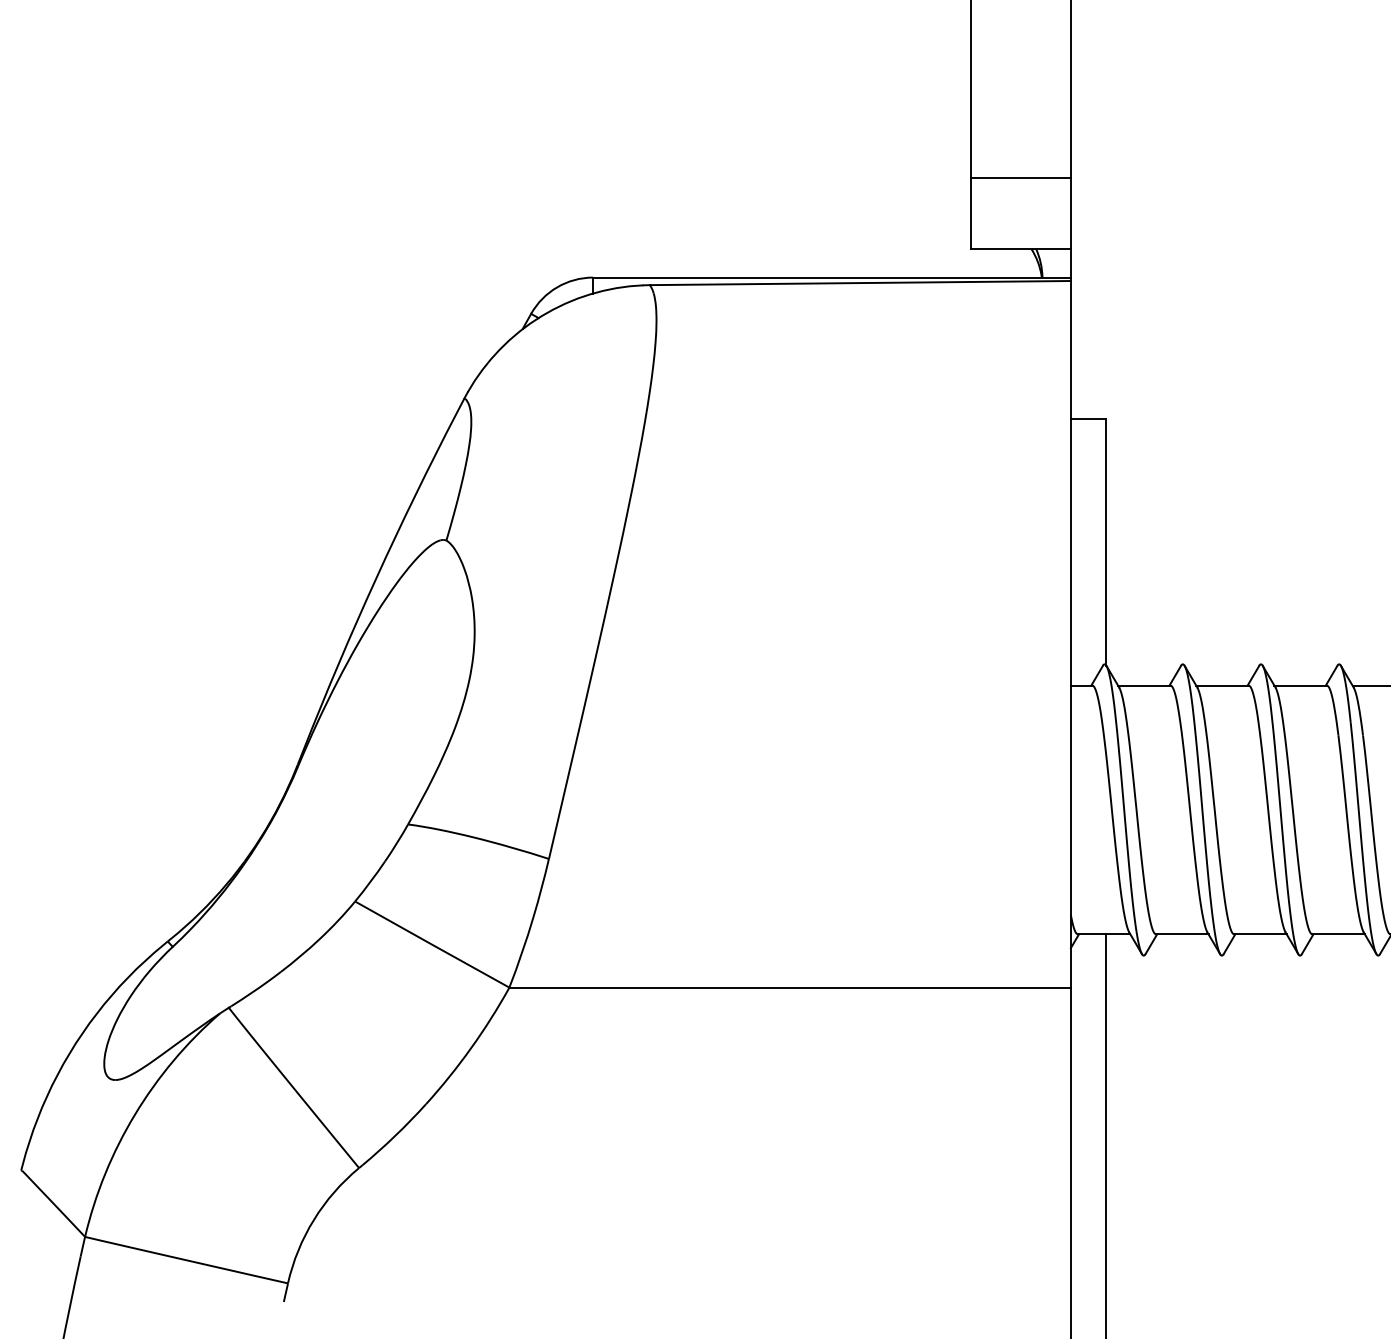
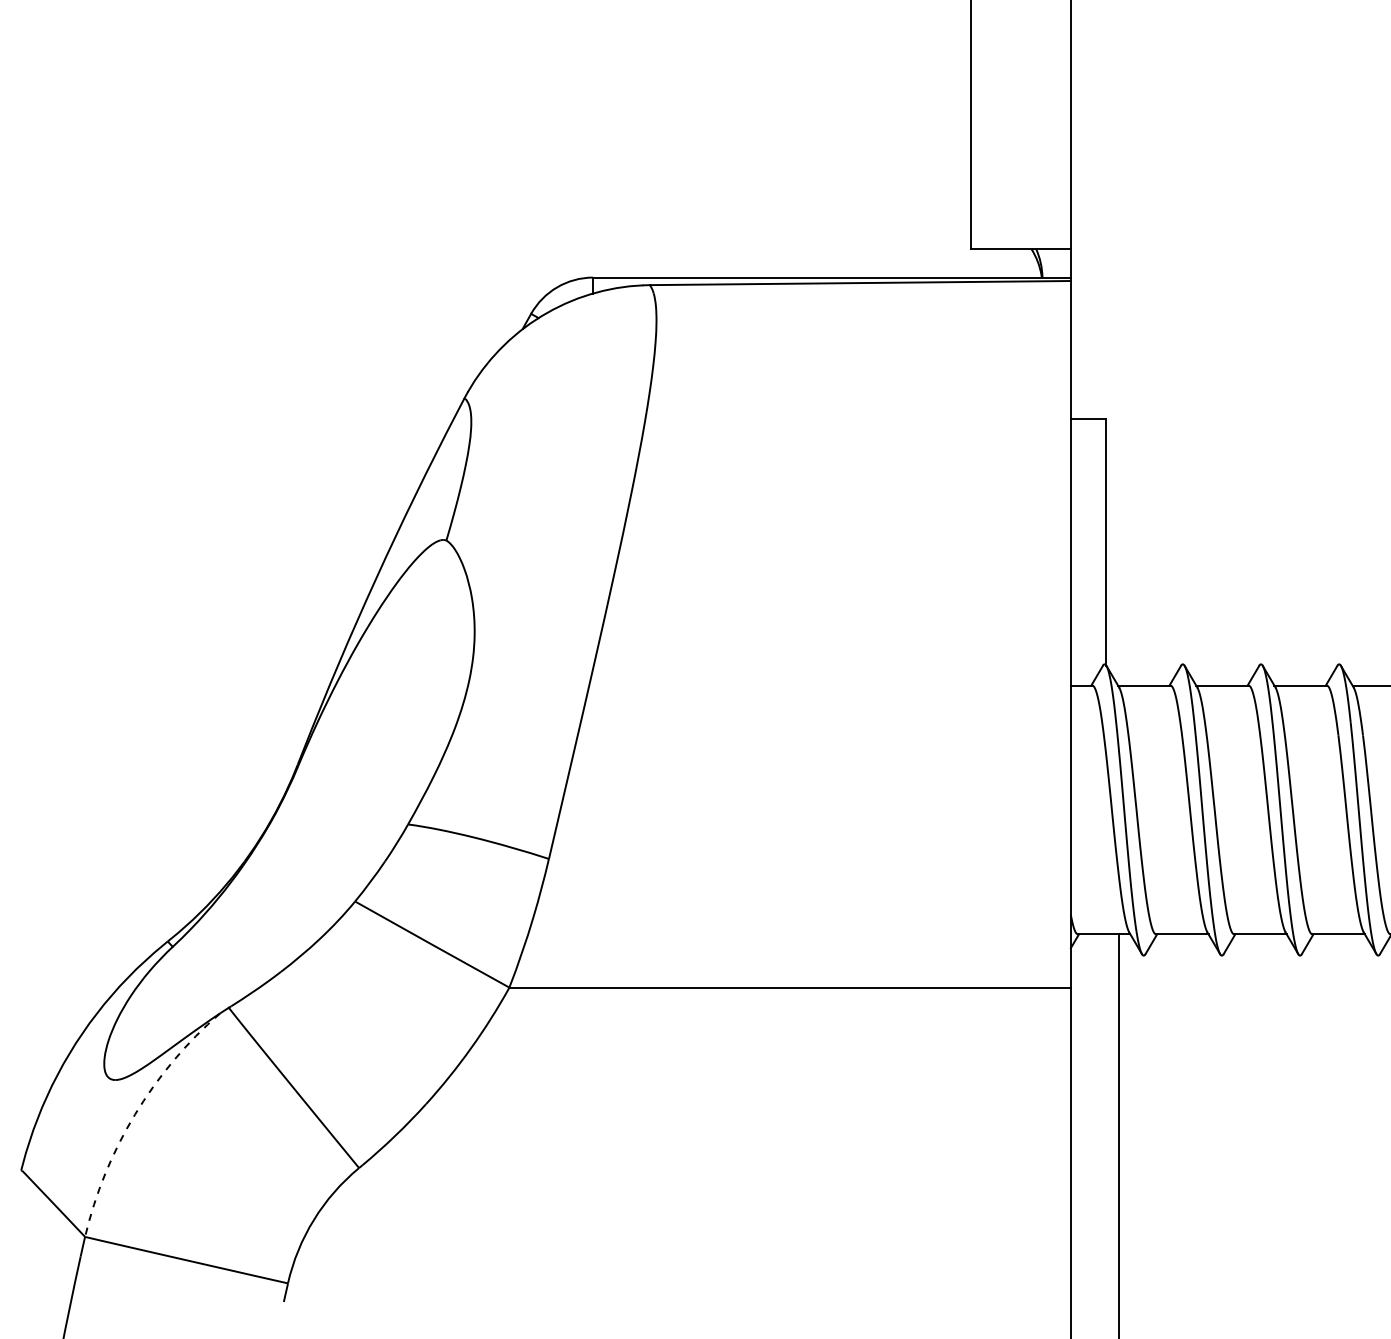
line at (1020, 178): present -> none
arc at (135, 1114): solid -> dashed
line at (1106, 1134) position: (1106, 1134) -> (1119, 1134)
